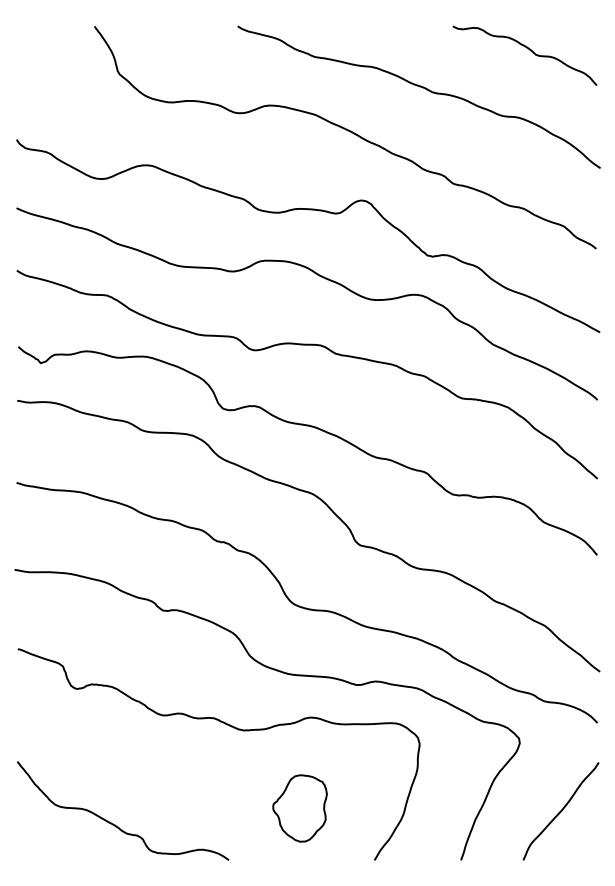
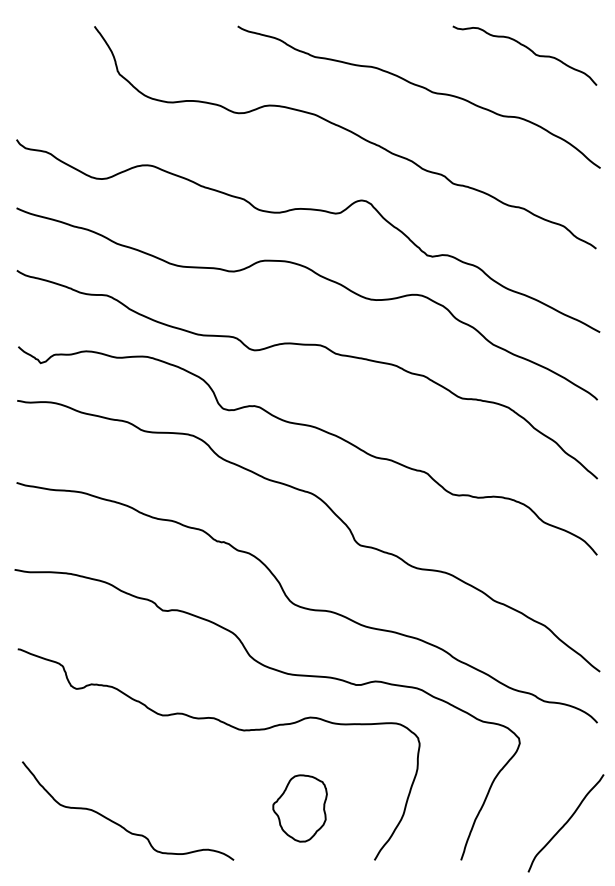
curve at (560, 811) position: (560, 811) -> (565, 823)
curve at (115, 824) position: (115, 824) -> (120, 824)
